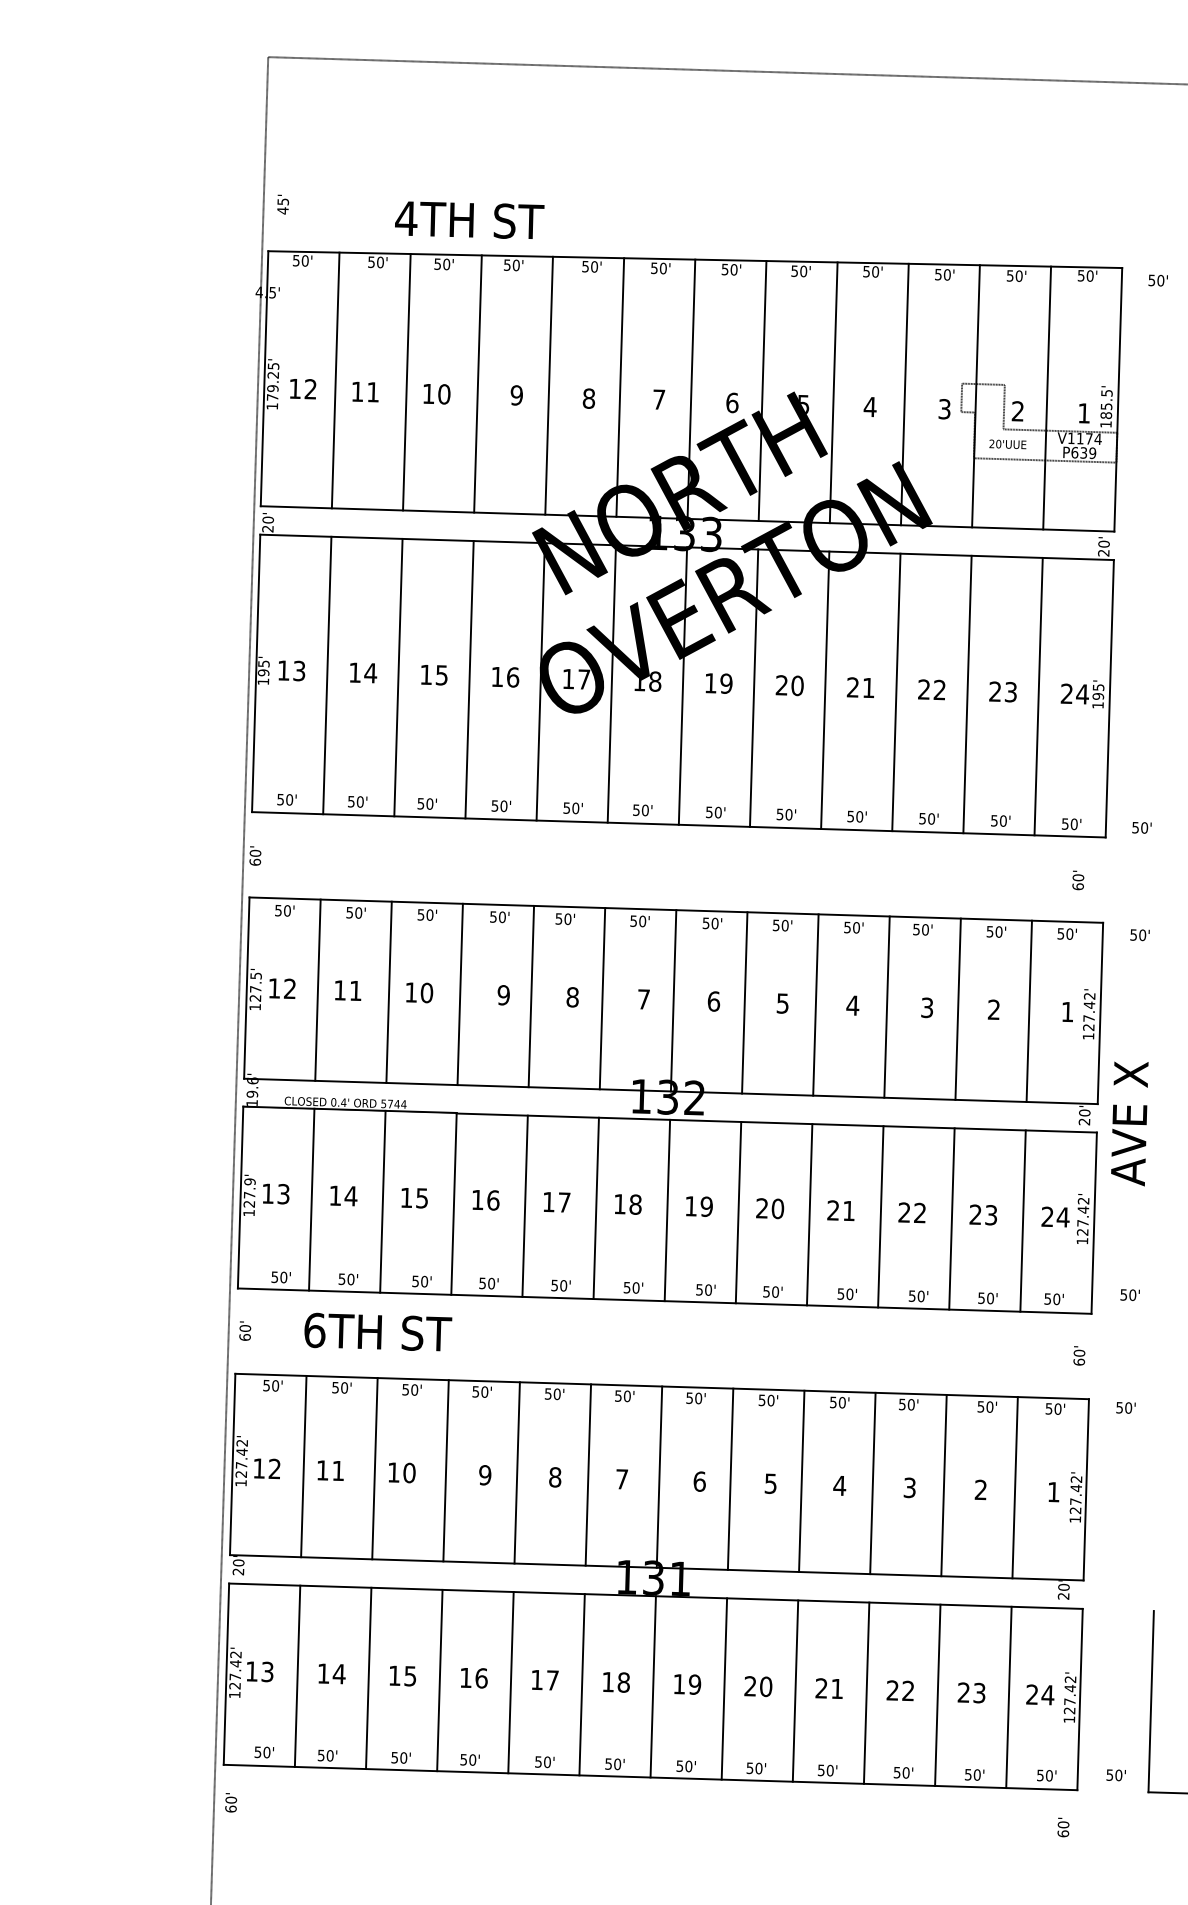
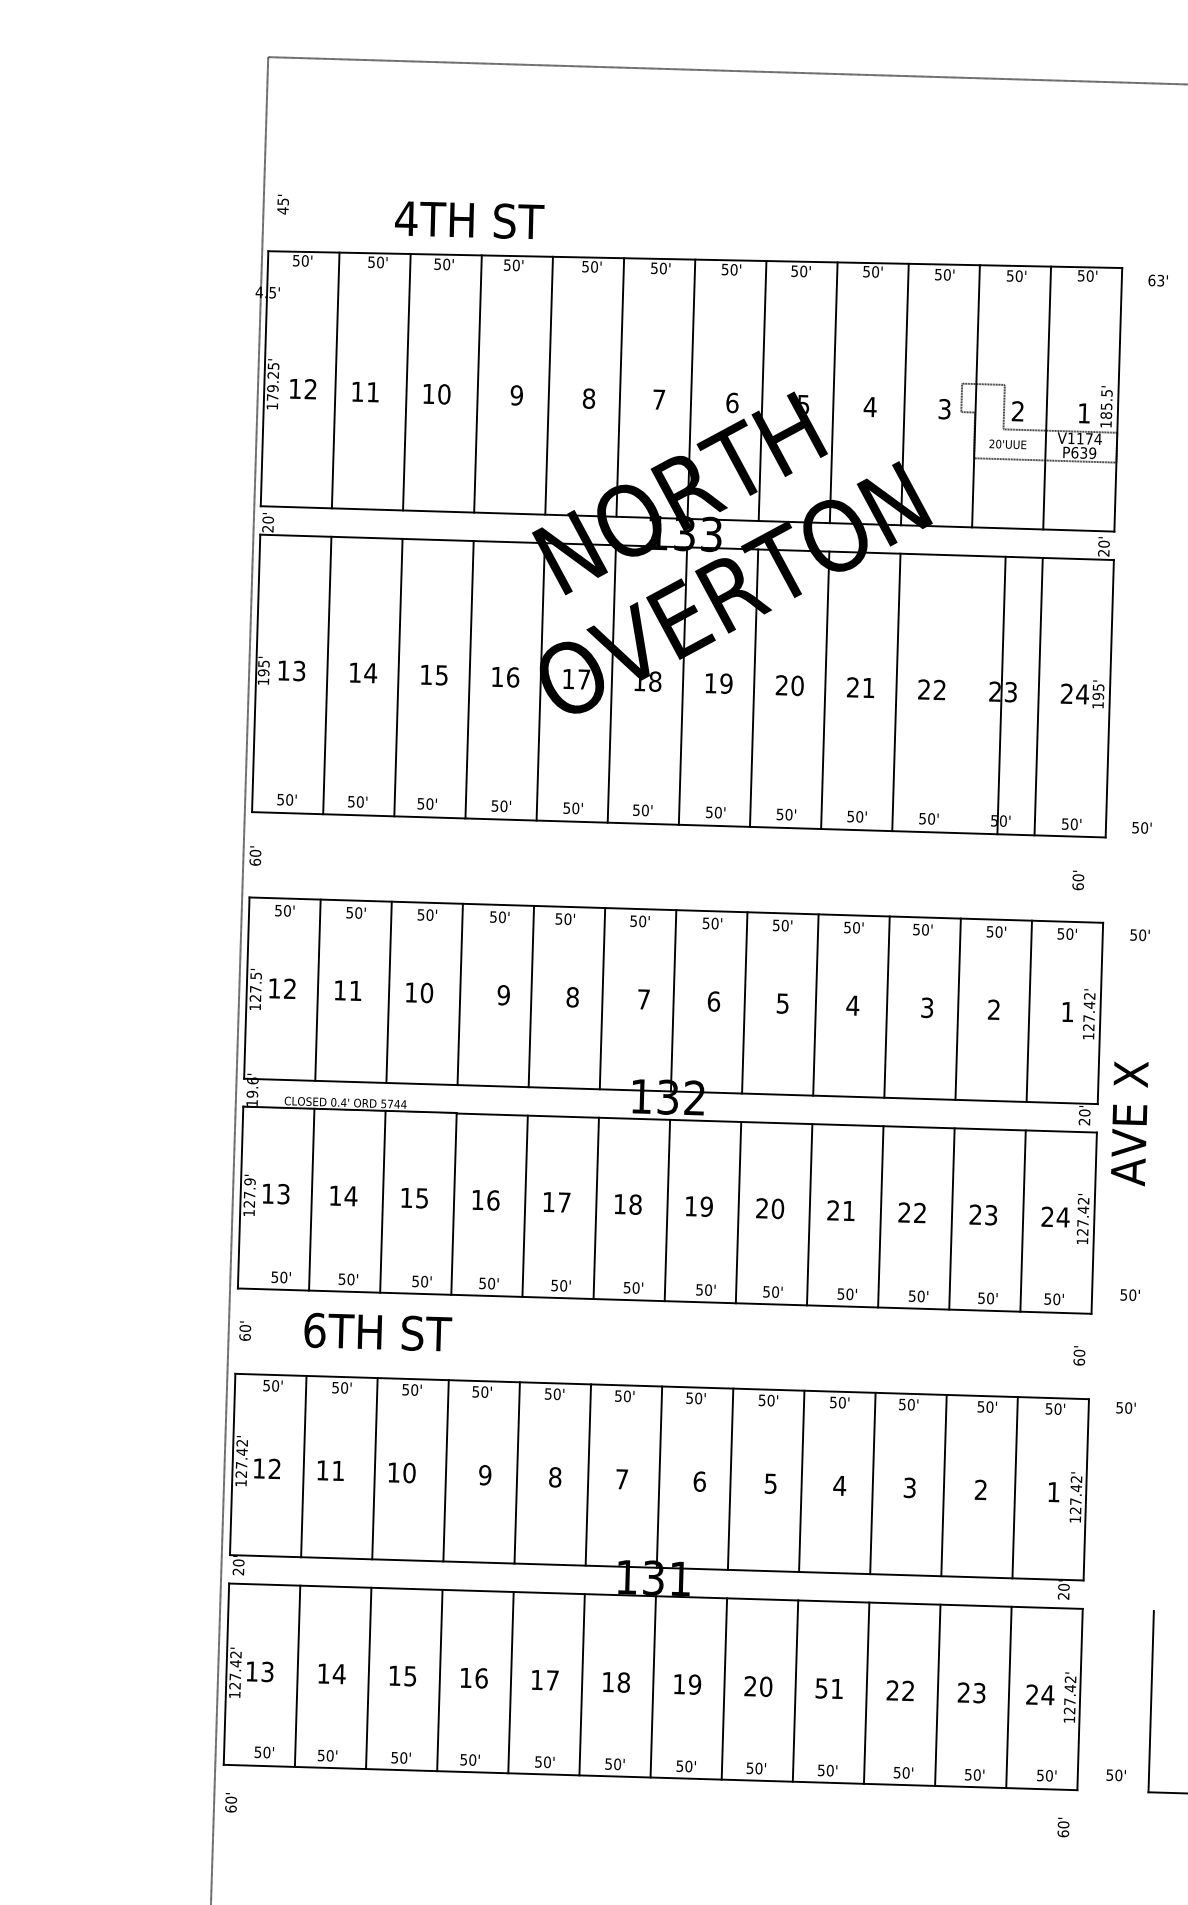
text at (1156, 280): 50' -> 63'
line at (967, 694) position: (967, 694) -> (1001, 695)
text at (821, 1688): 21 -> 51
